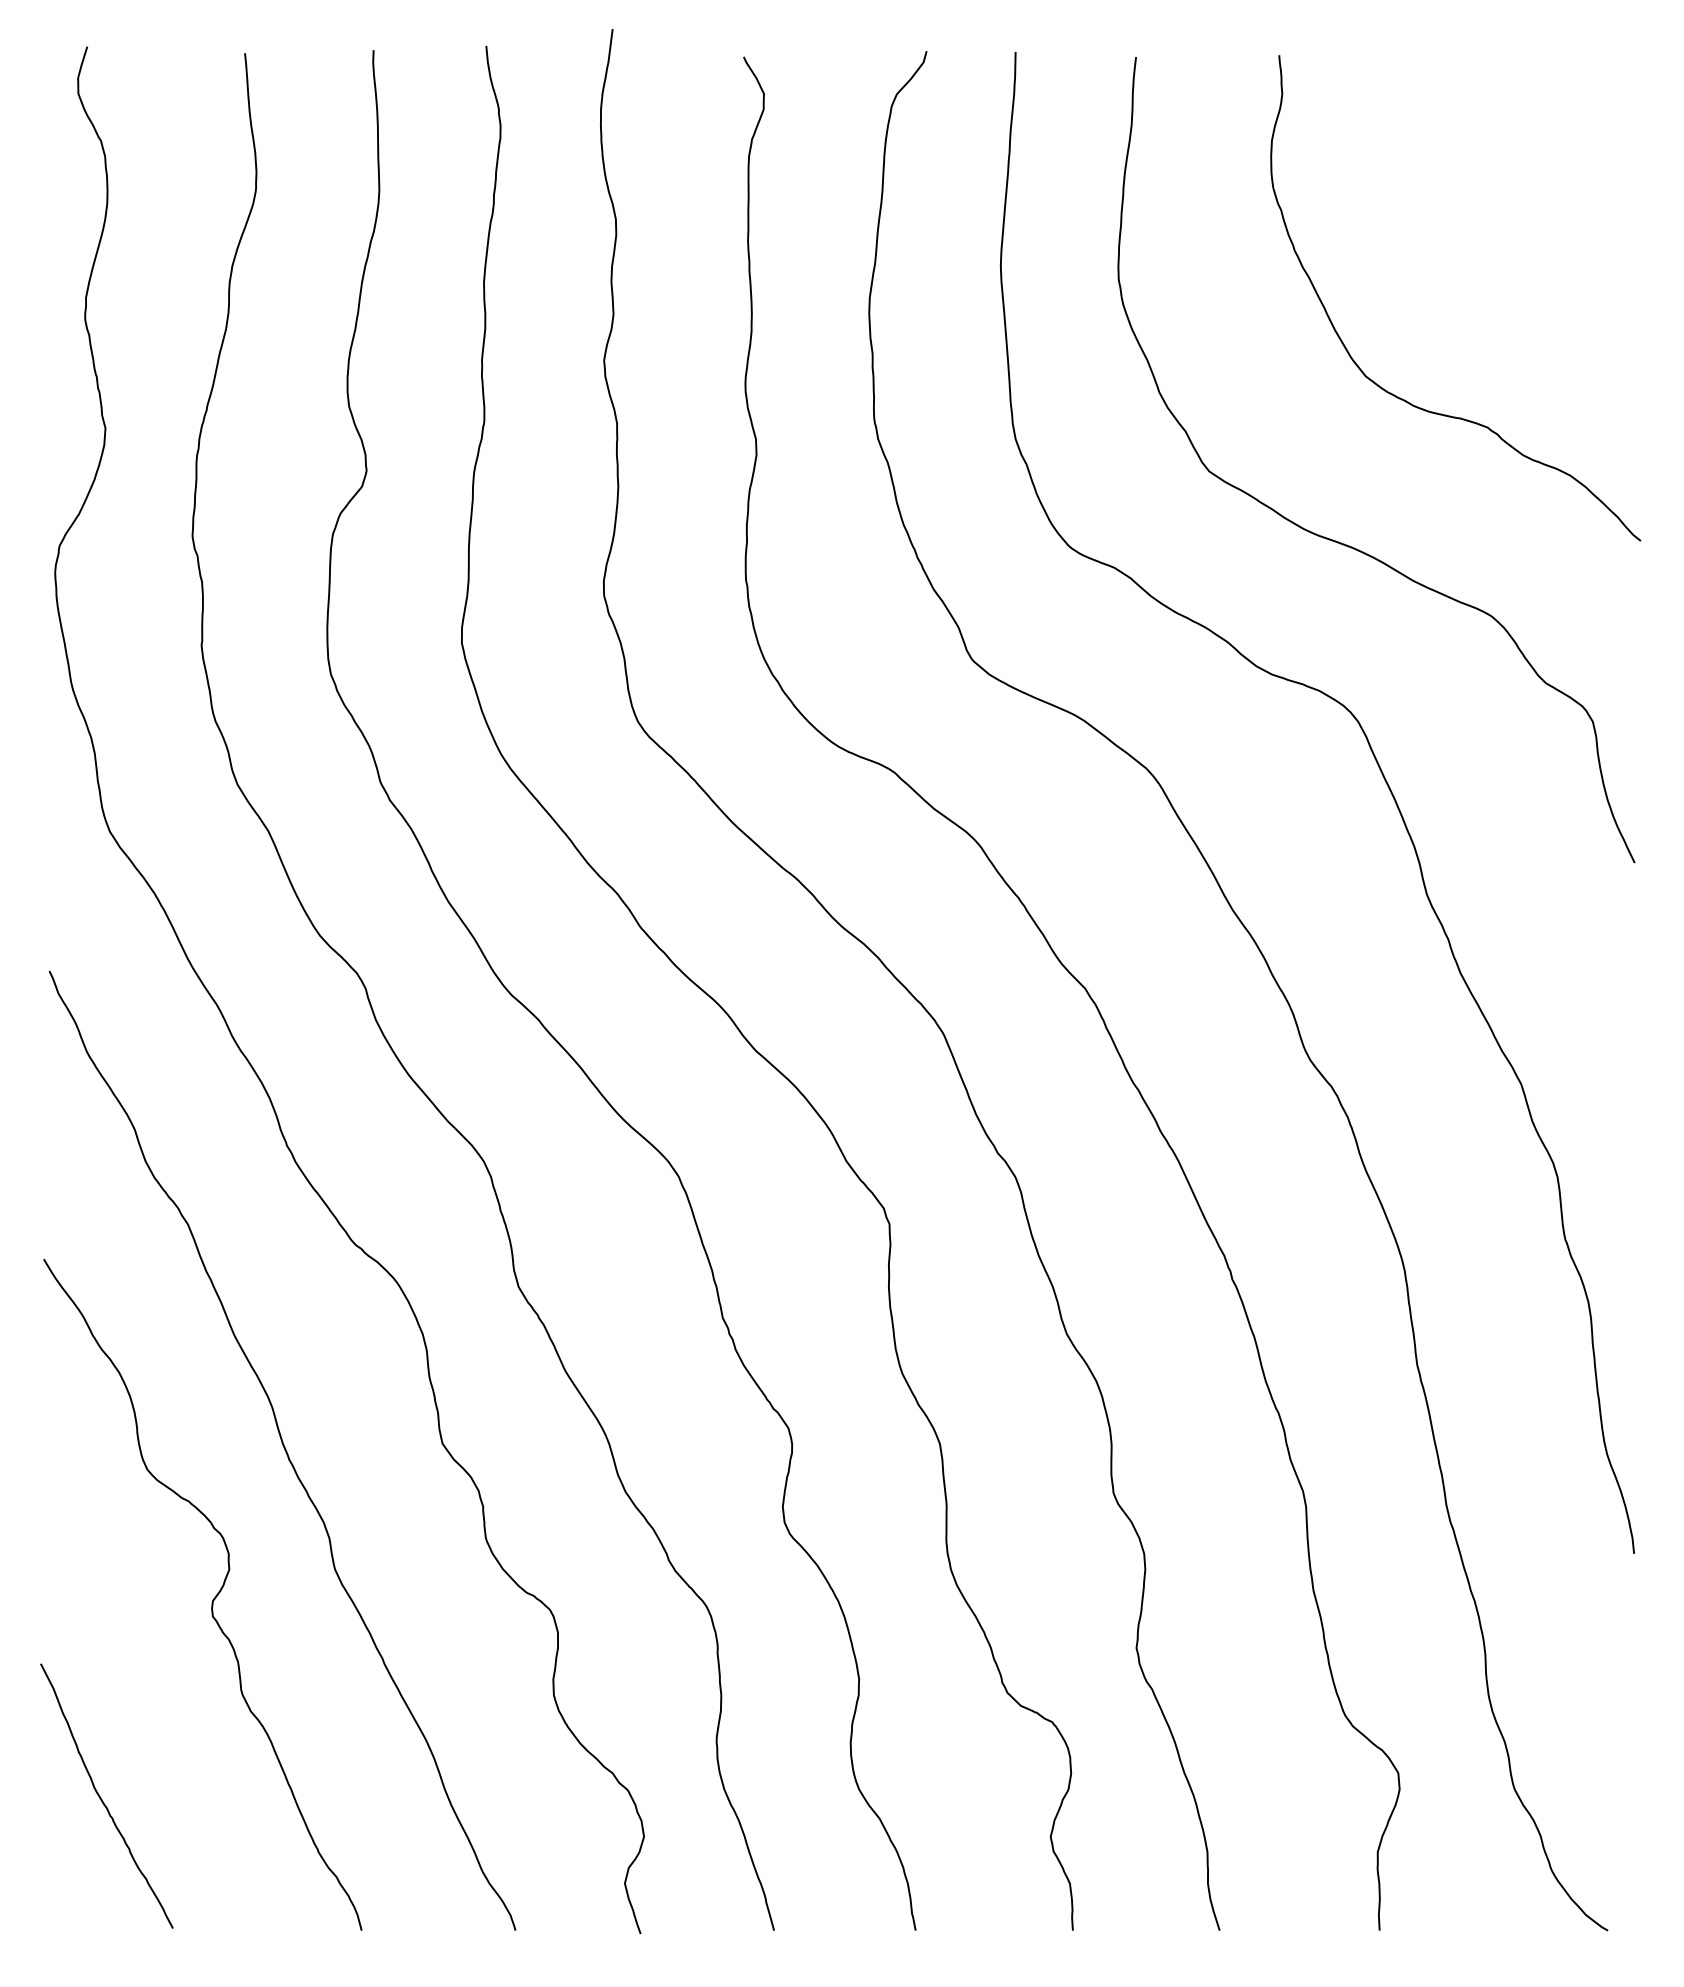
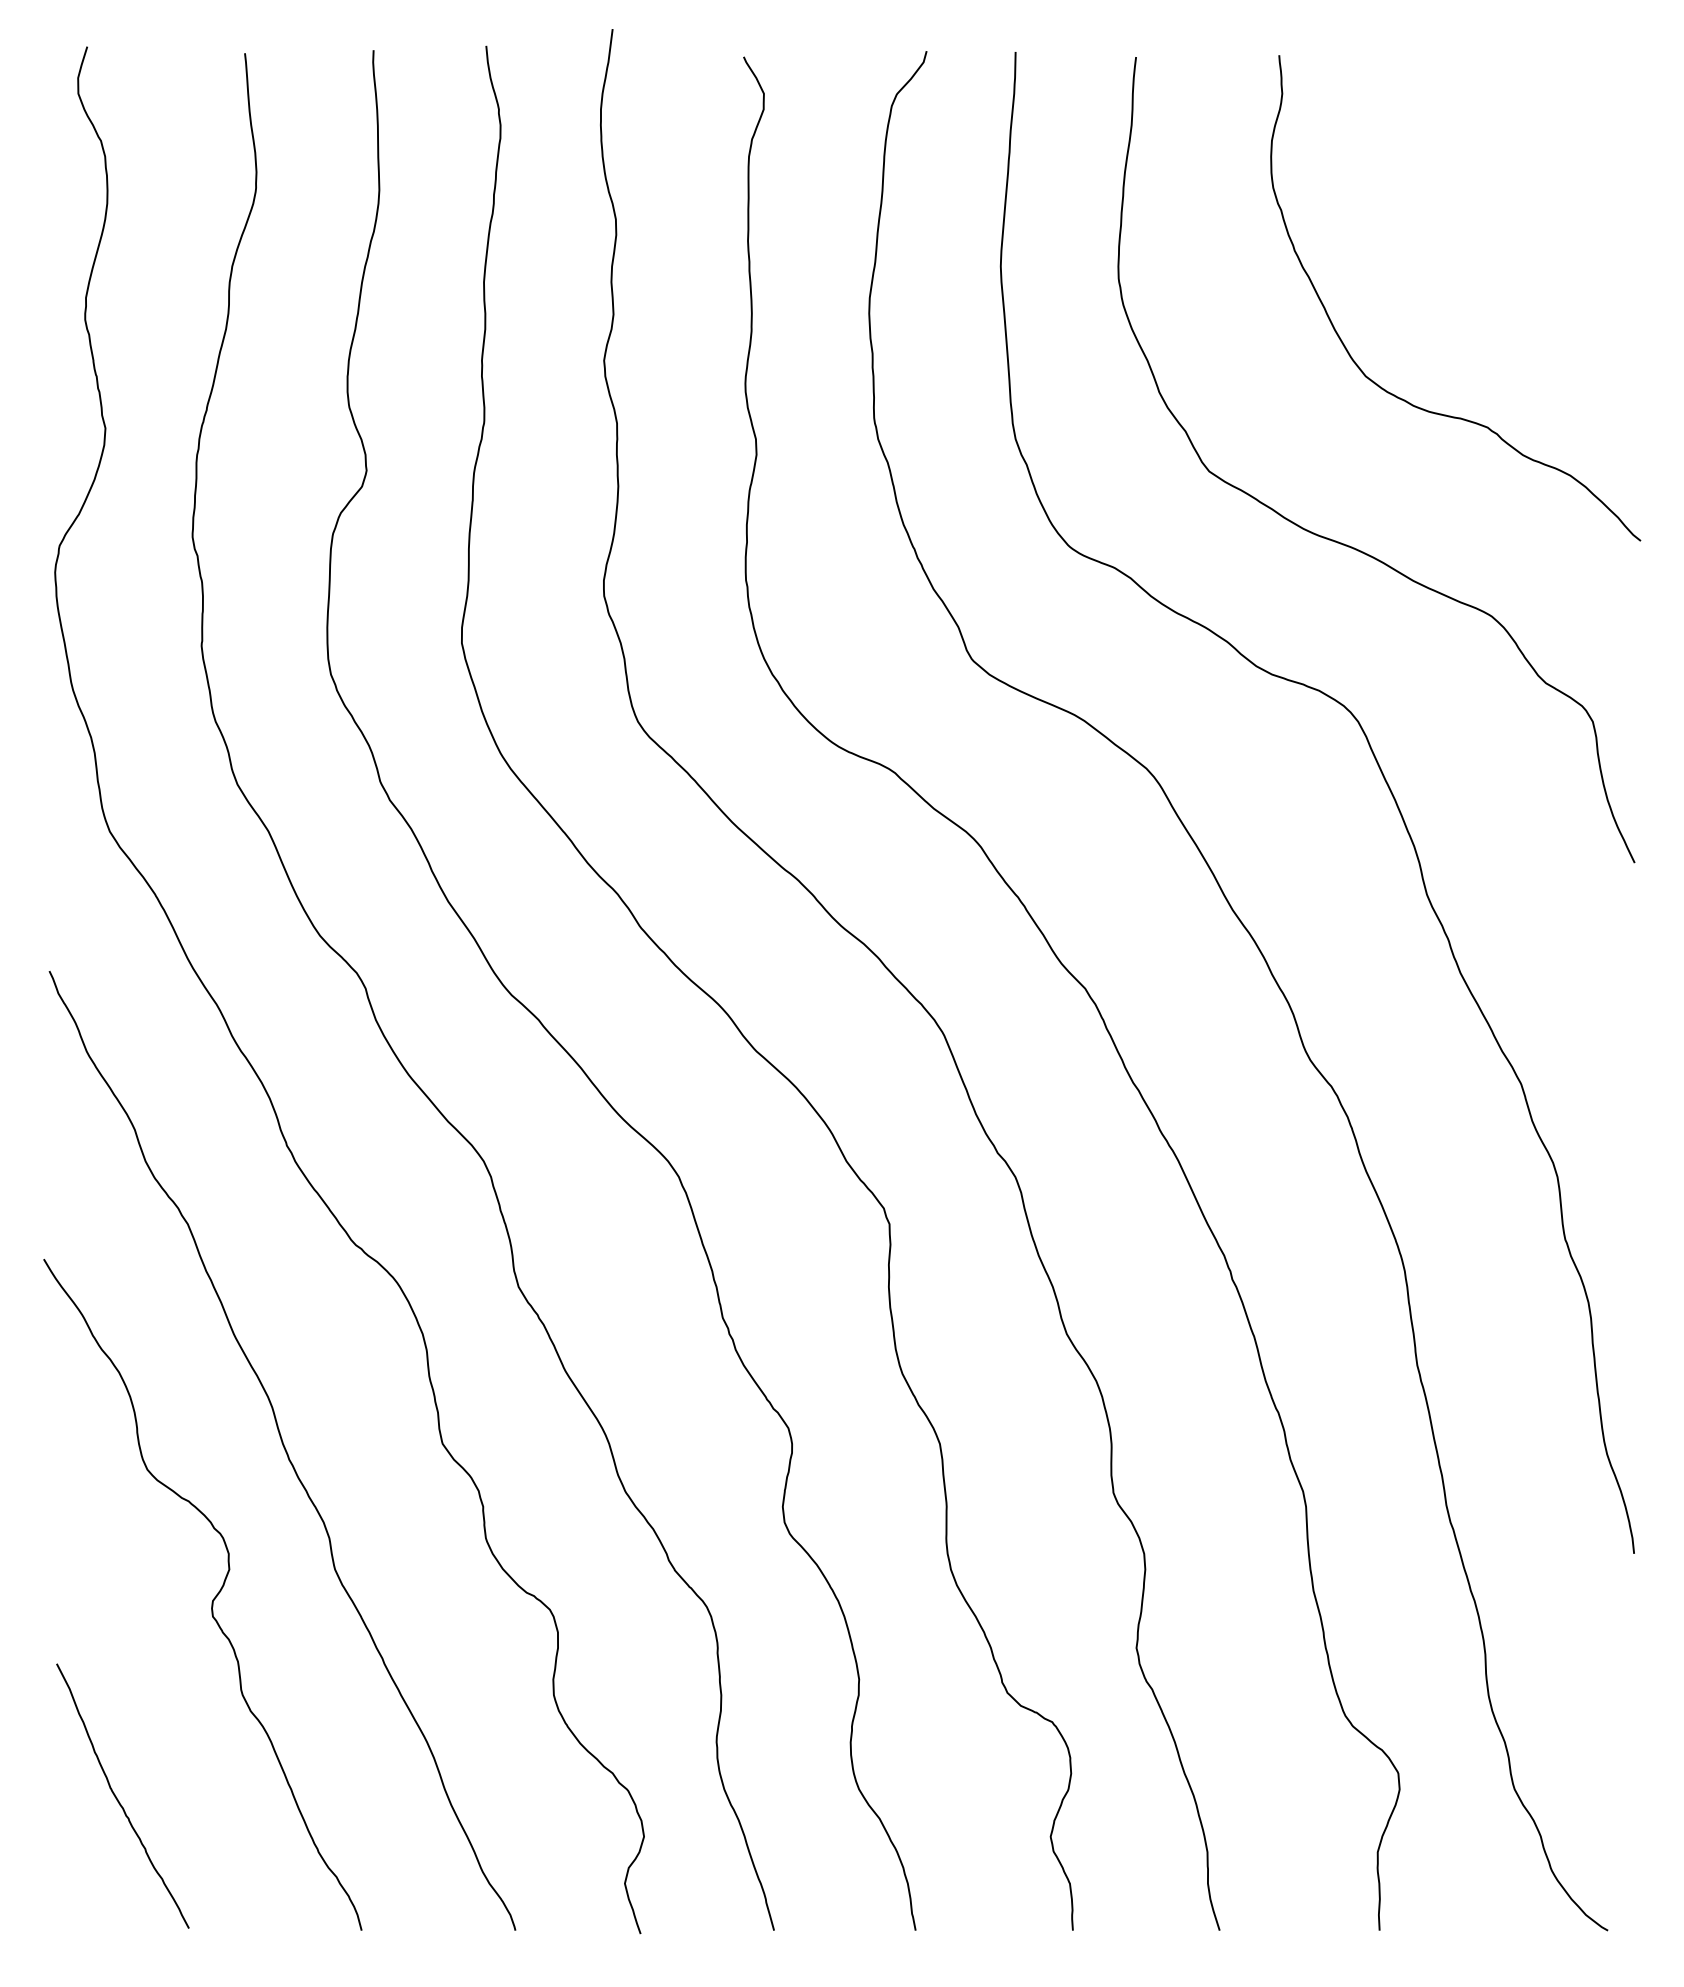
curve at (101, 1797) position: (101, 1797) -> (117, 1797)
